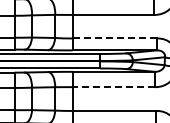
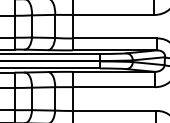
line at (115, 38): dashed -> solid
line at (113, 87): dashed -> solid
